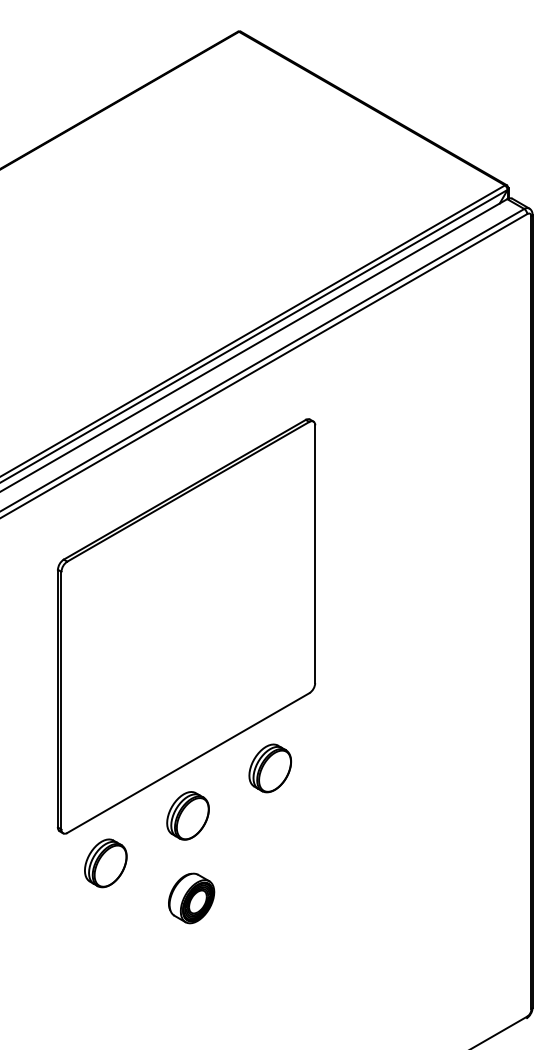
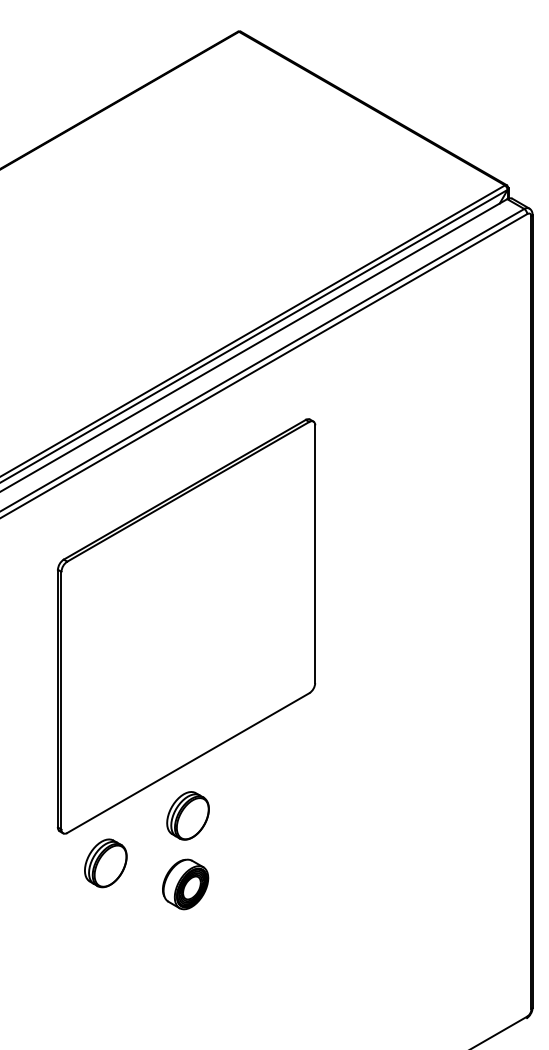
part at (269, 768): present -> none
part at (191, 898) position: (191, 898) -> (185, 884)
